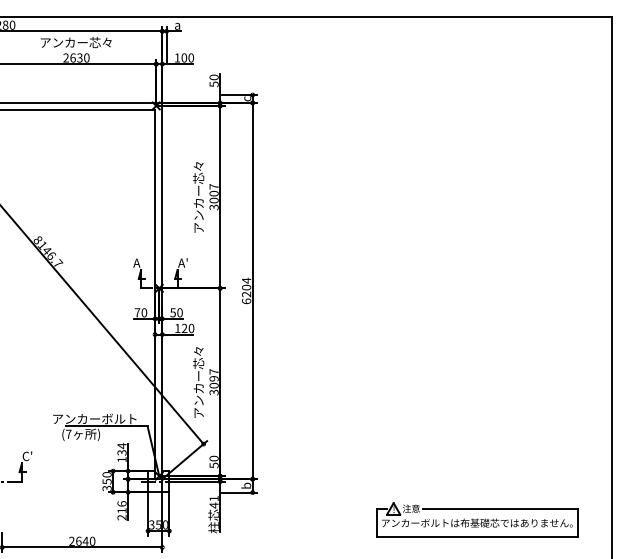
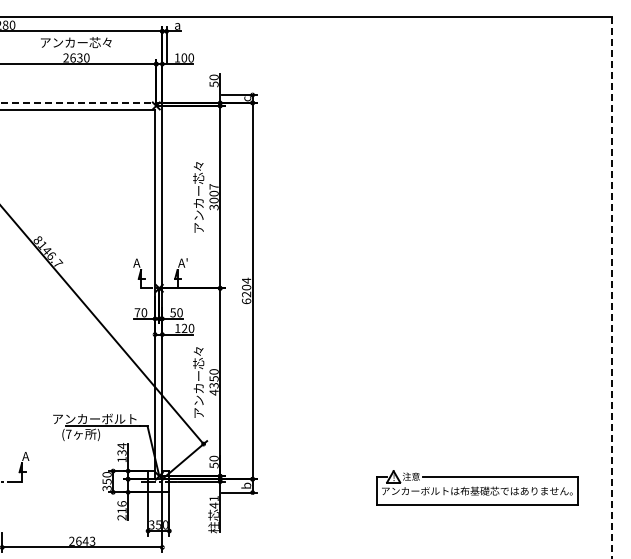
line at (81, 102): solid -> dashed
line at (612, 287): solid -> dashed
text at (213, 382): 3097 -> 4350
text at (27, 456): C' -> A
part at (477, 519) position: (477, 519) -> (477, 487)
text at (92, 540): 2640 -> 2643
